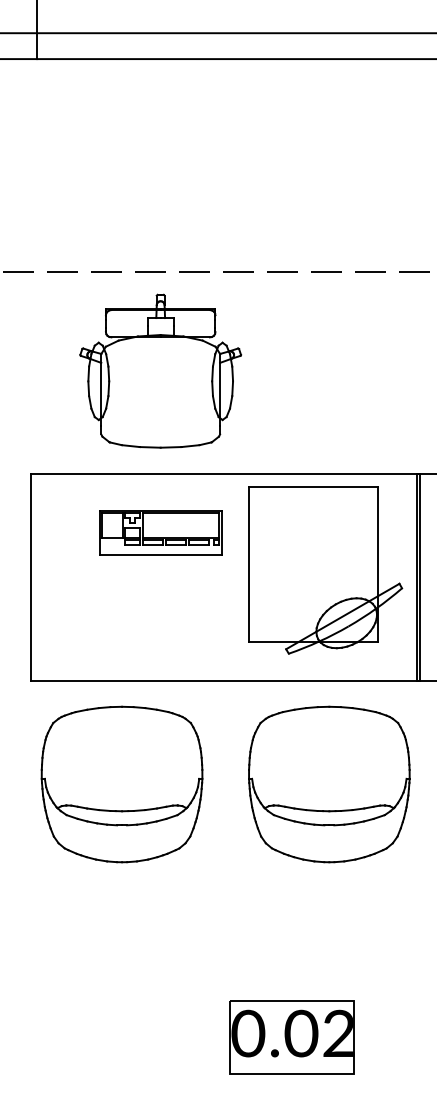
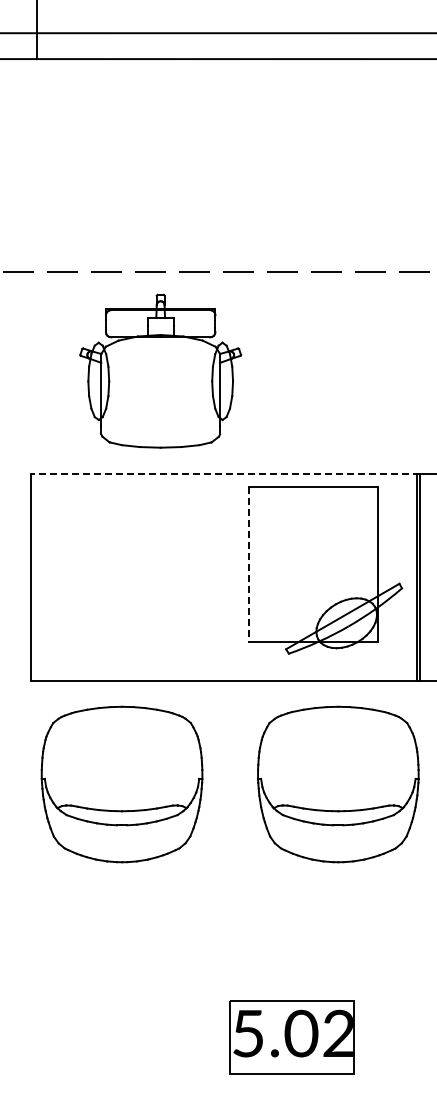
line at (225, 473): solid -> dashed
part at (160, 532): present -> none
line at (248, 564): solid -> dashed
part at (329, 784) position: (329, 784) -> (338, 784)
text at (248, 1033): 0.02 -> 5.02
